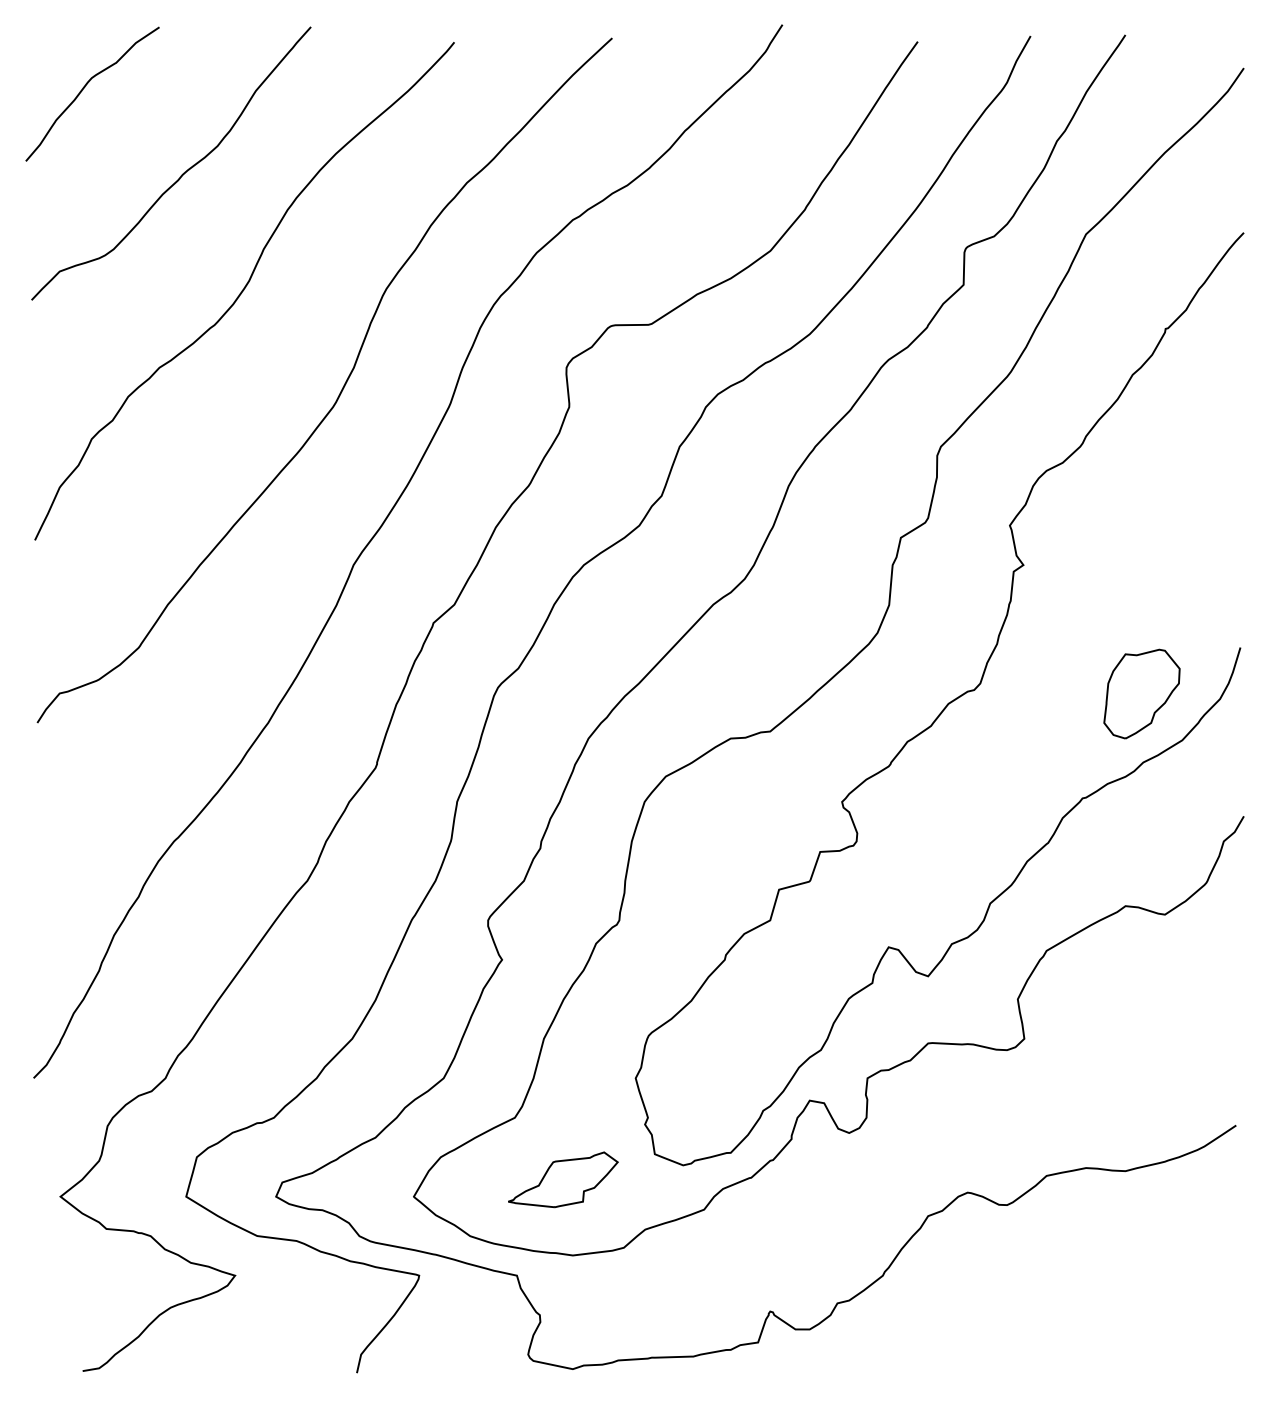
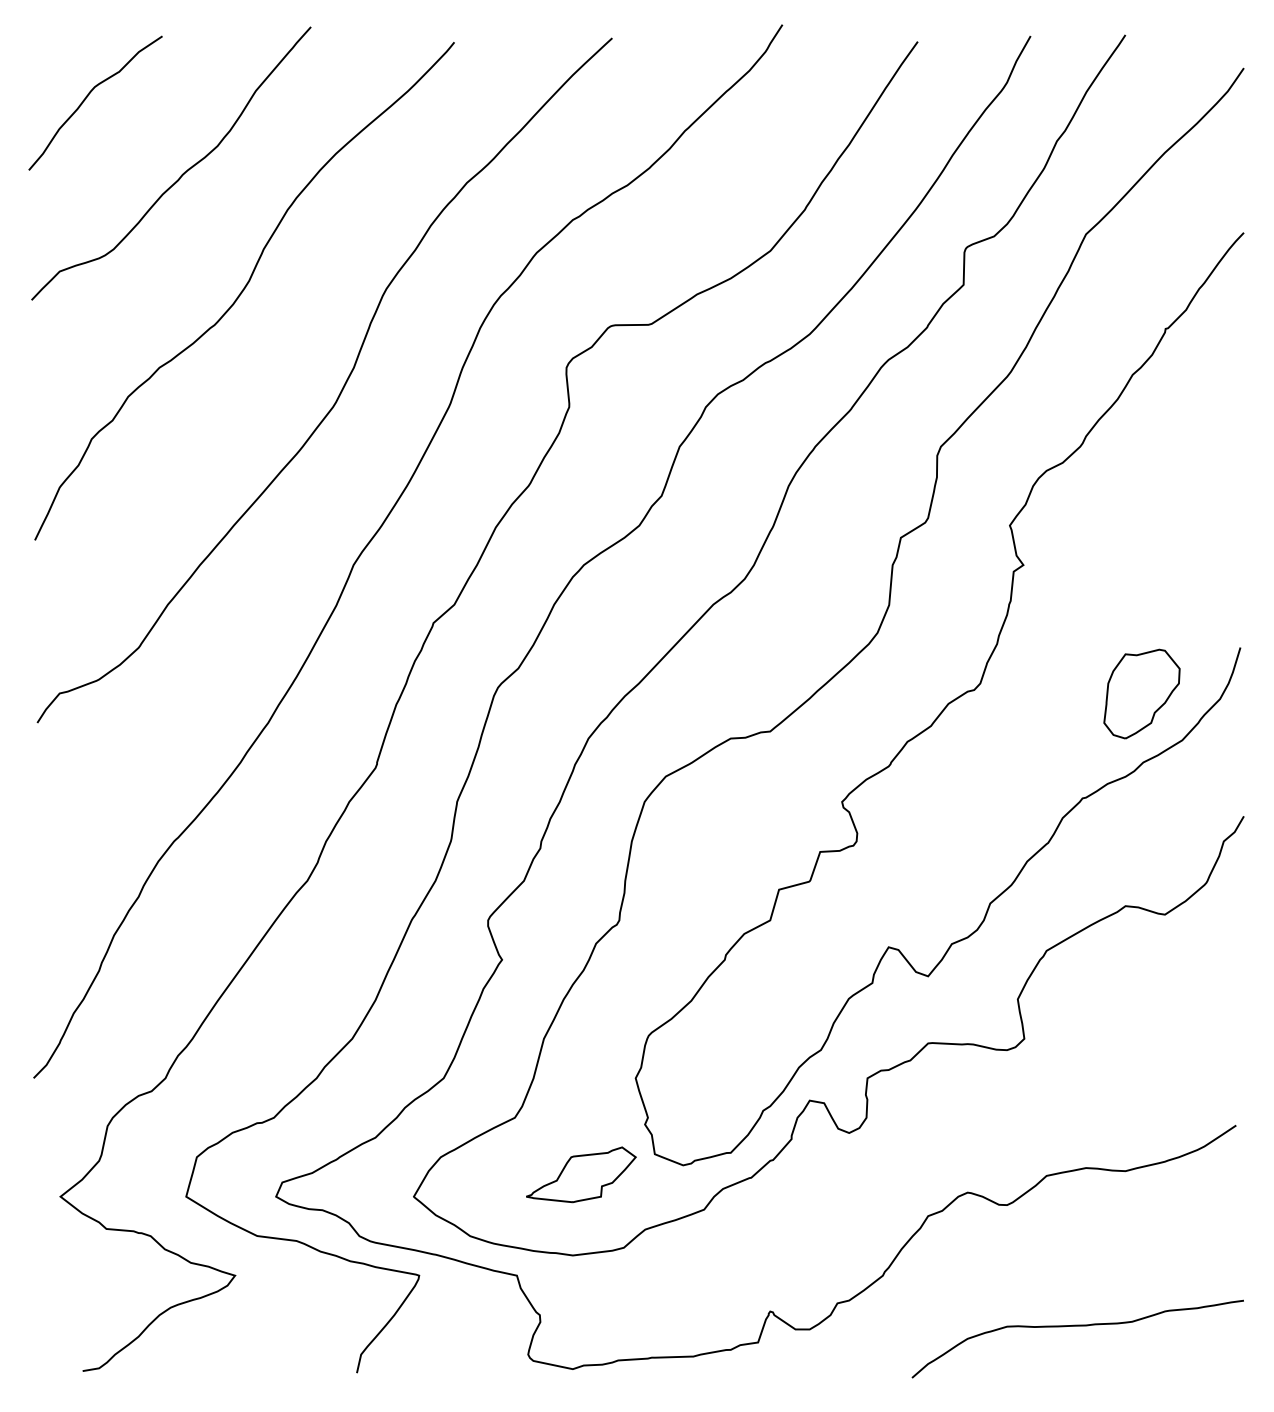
curve at (85, 87) position: (85, 87) -> (88, 96)
part at (563, 1179) position: (563, 1179) -> (581, 1174)
curve at (1077, 1326): none -> present
